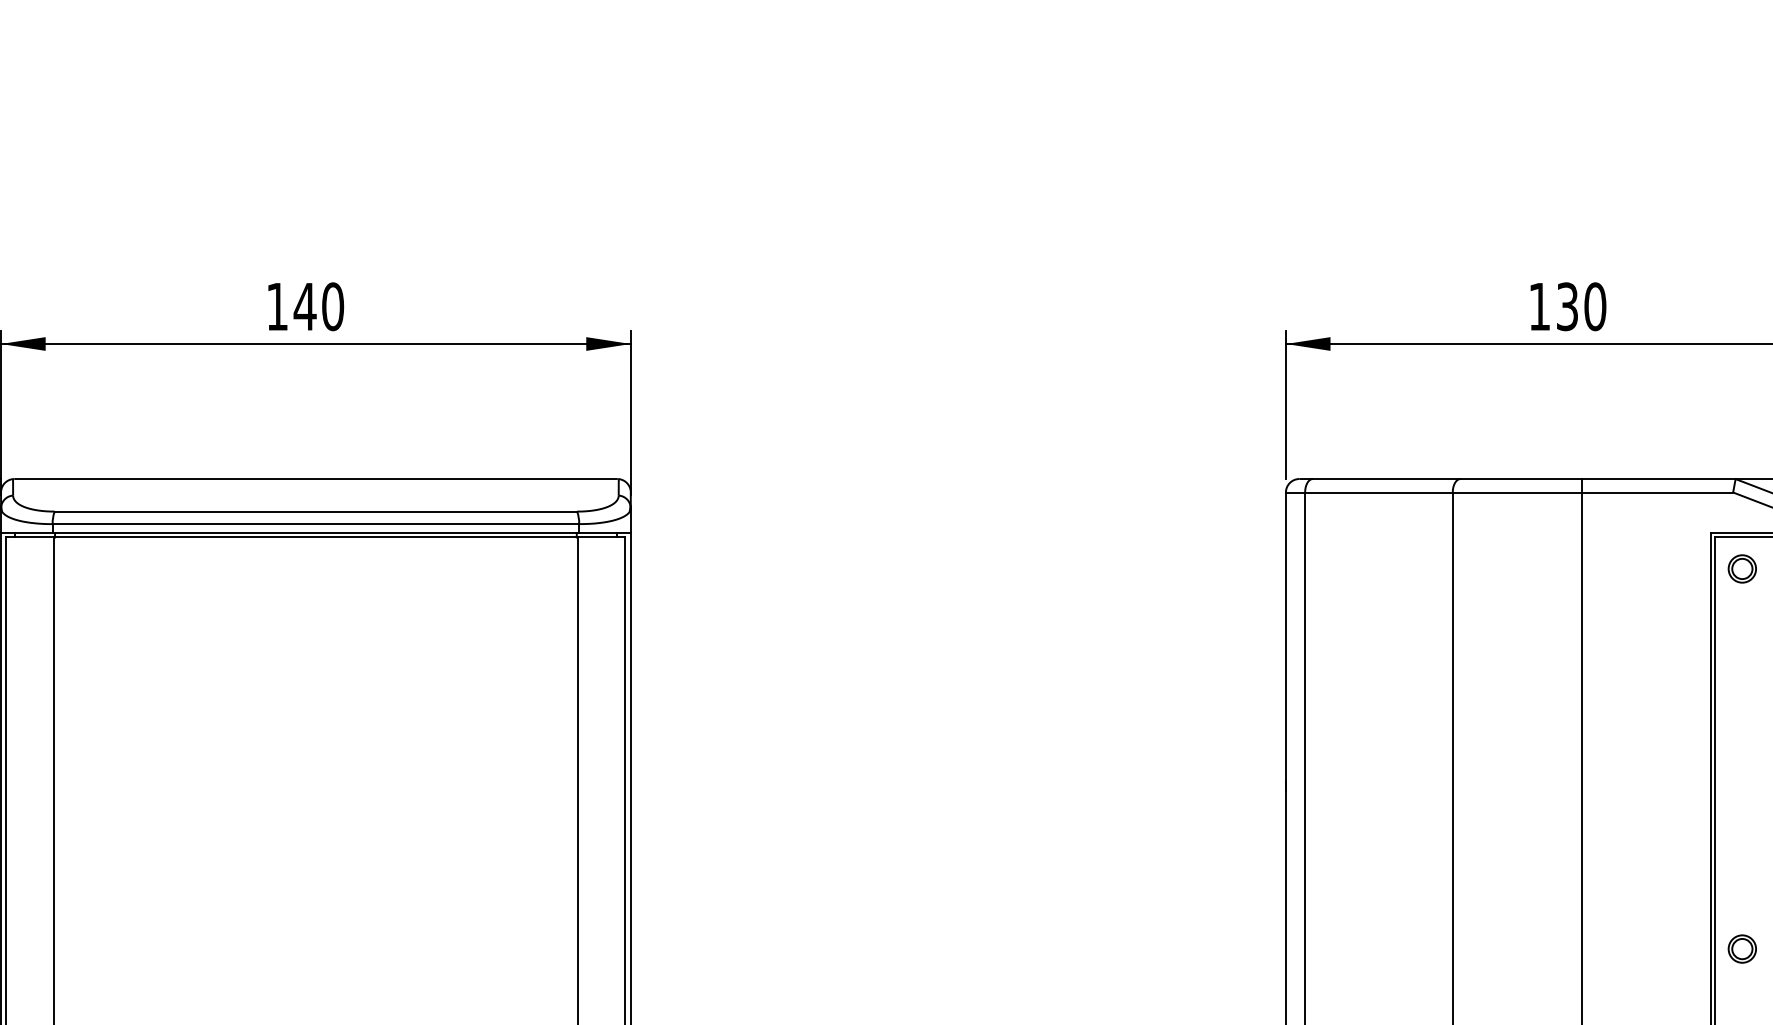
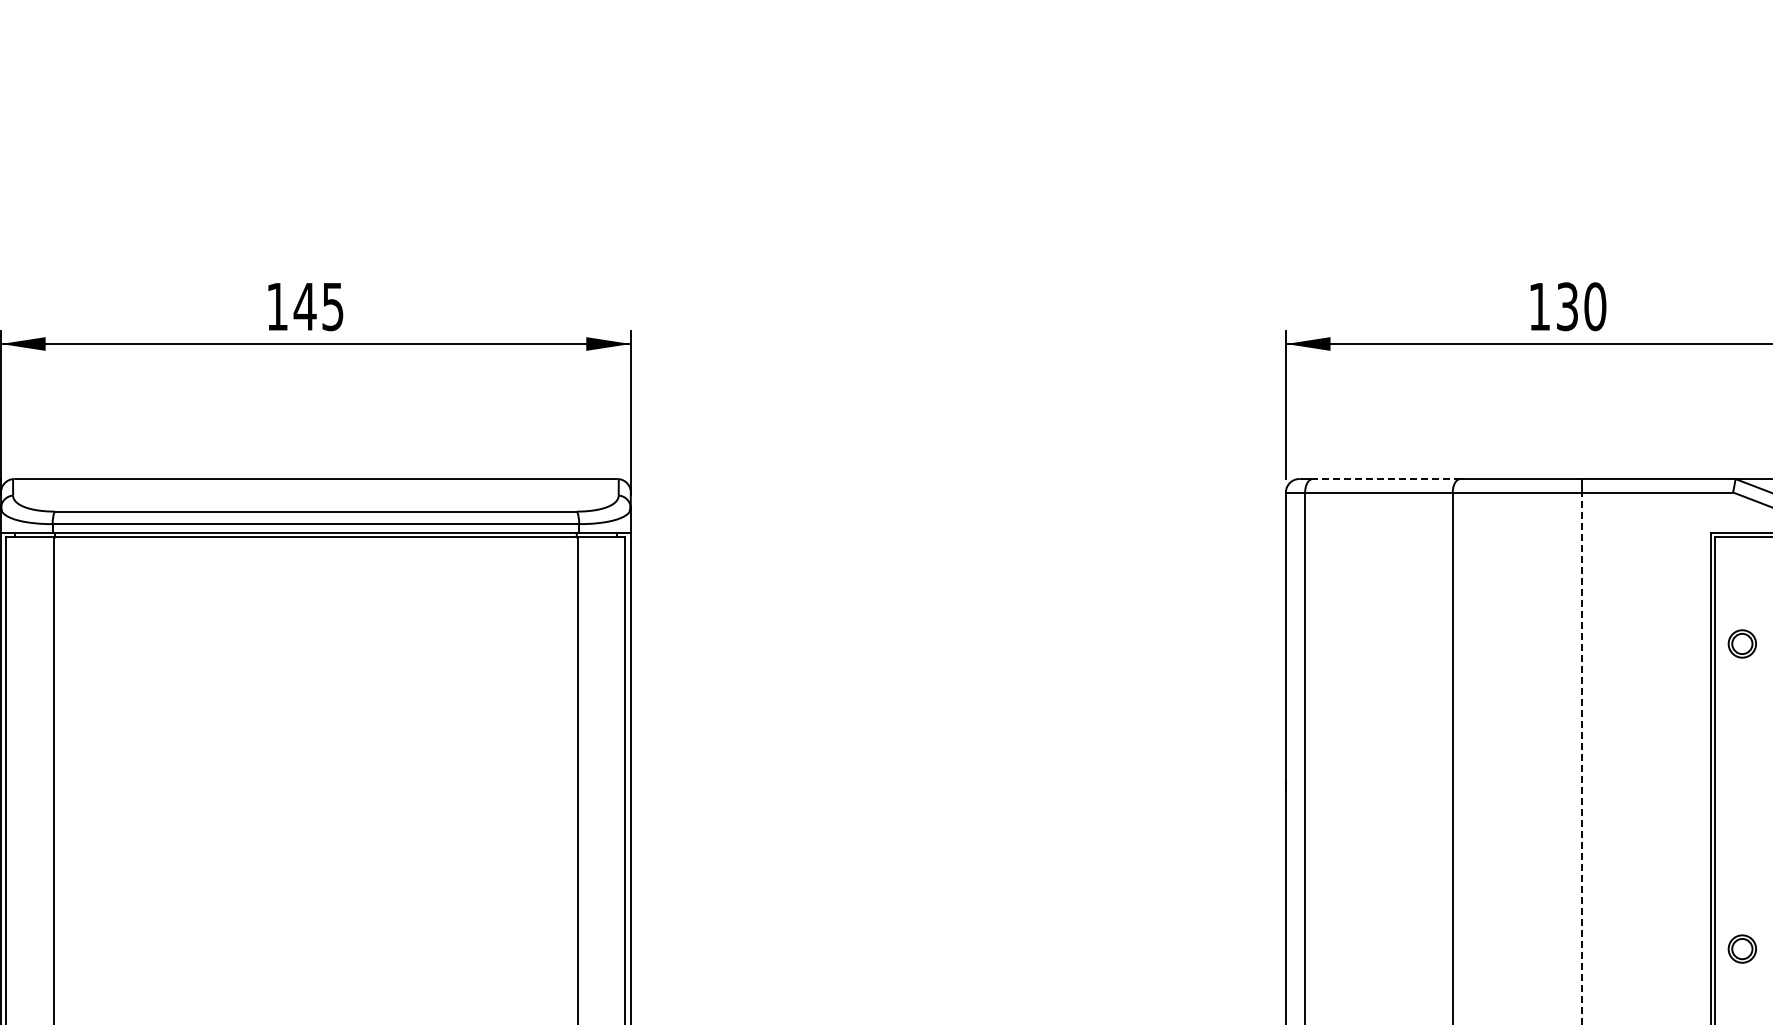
text at (333, 306): 140 -> 145
line at (1386, 479): solid -> dashed
part at (1741, 568) position: (1741, 568) -> (1741, 643)
line at (1581, 758): solid -> dashed
